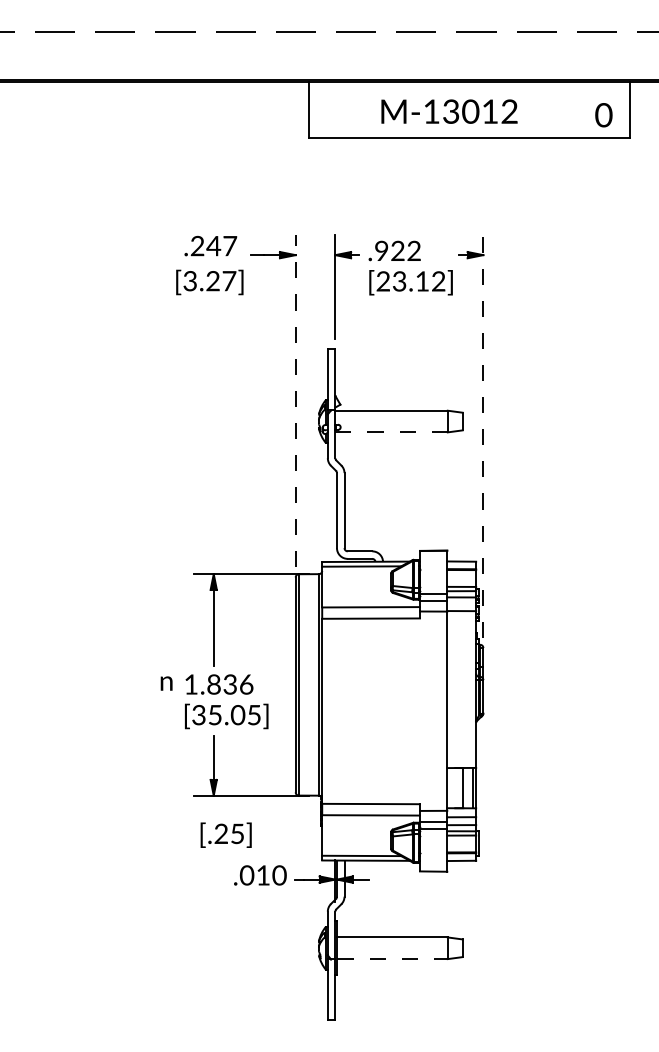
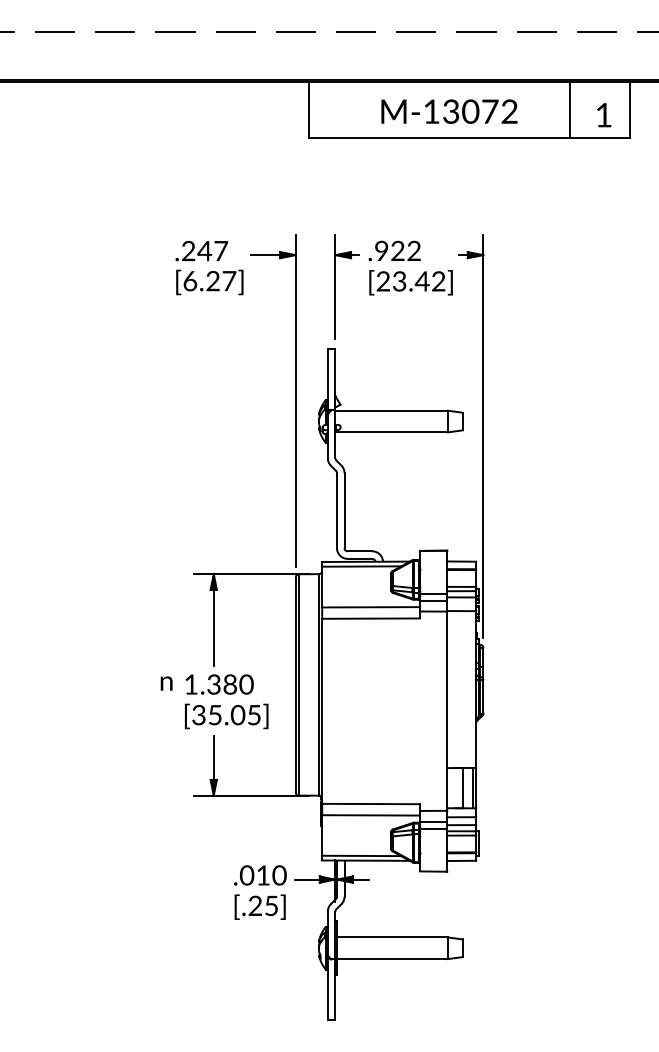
line at (570, 109): none -> present
text at (490, 111): M-13012 -> M-13072
text at (603, 115): 0 -> 1
text at (210, 245) position: (210, 245) -> (201, 250)
text at (190, 280): [3.27] -> [6.27]
text at (421, 281): [23.12] -> [23.42]
line at (295, 400): dashed -> solid
line at (392, 432): dashed -> solid
line at (483, 436): dashed -> solid
text at (230, 684): 1.836 -> 1.380
text at (225, 834) position: (225, 834) -> (259, 906)
line at (393, 959): dashed -> solid
